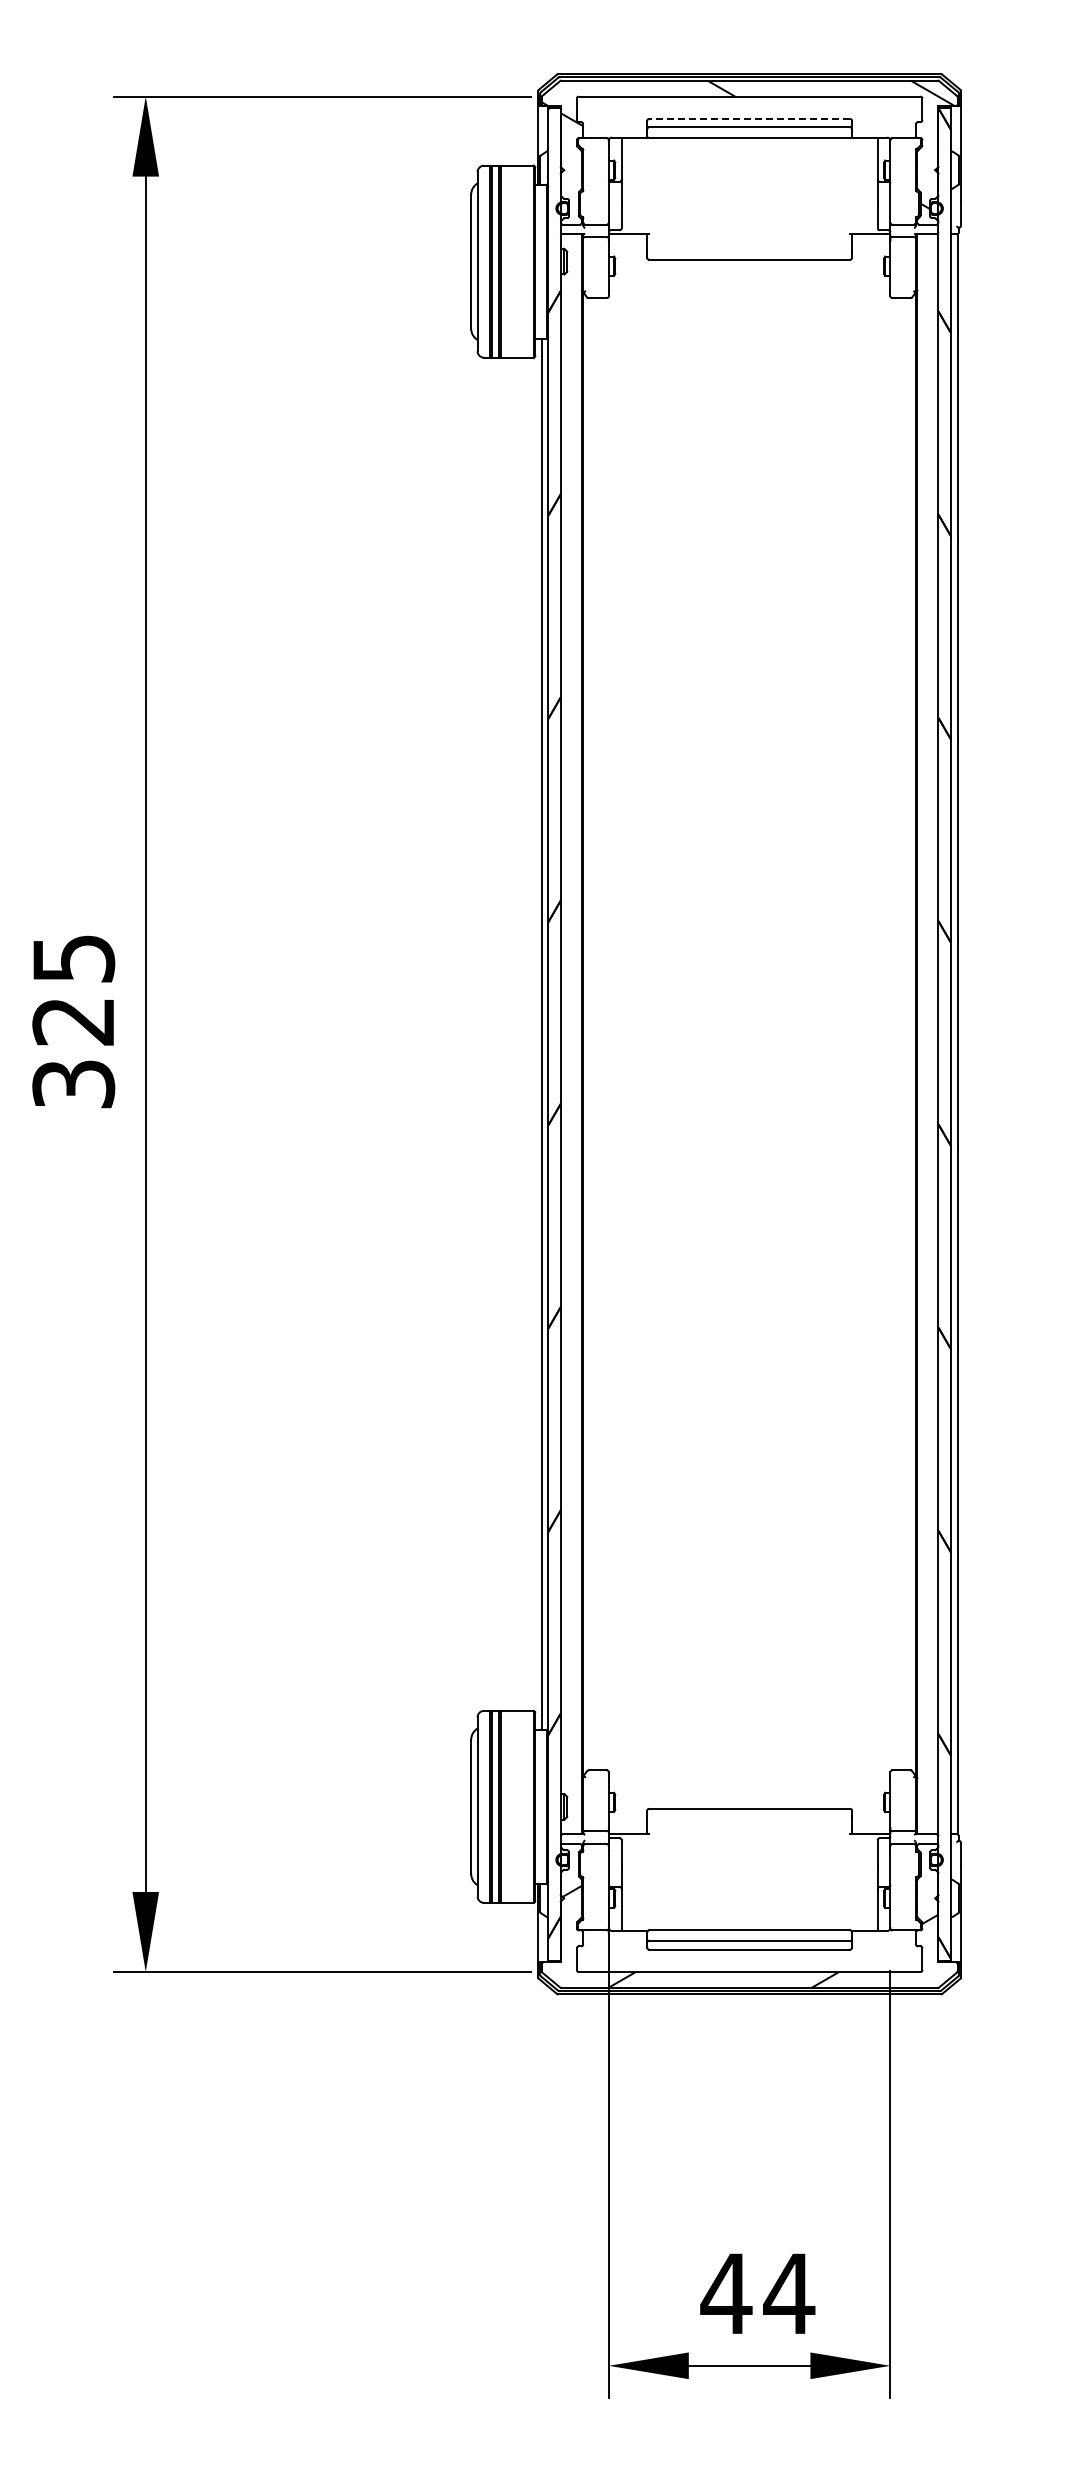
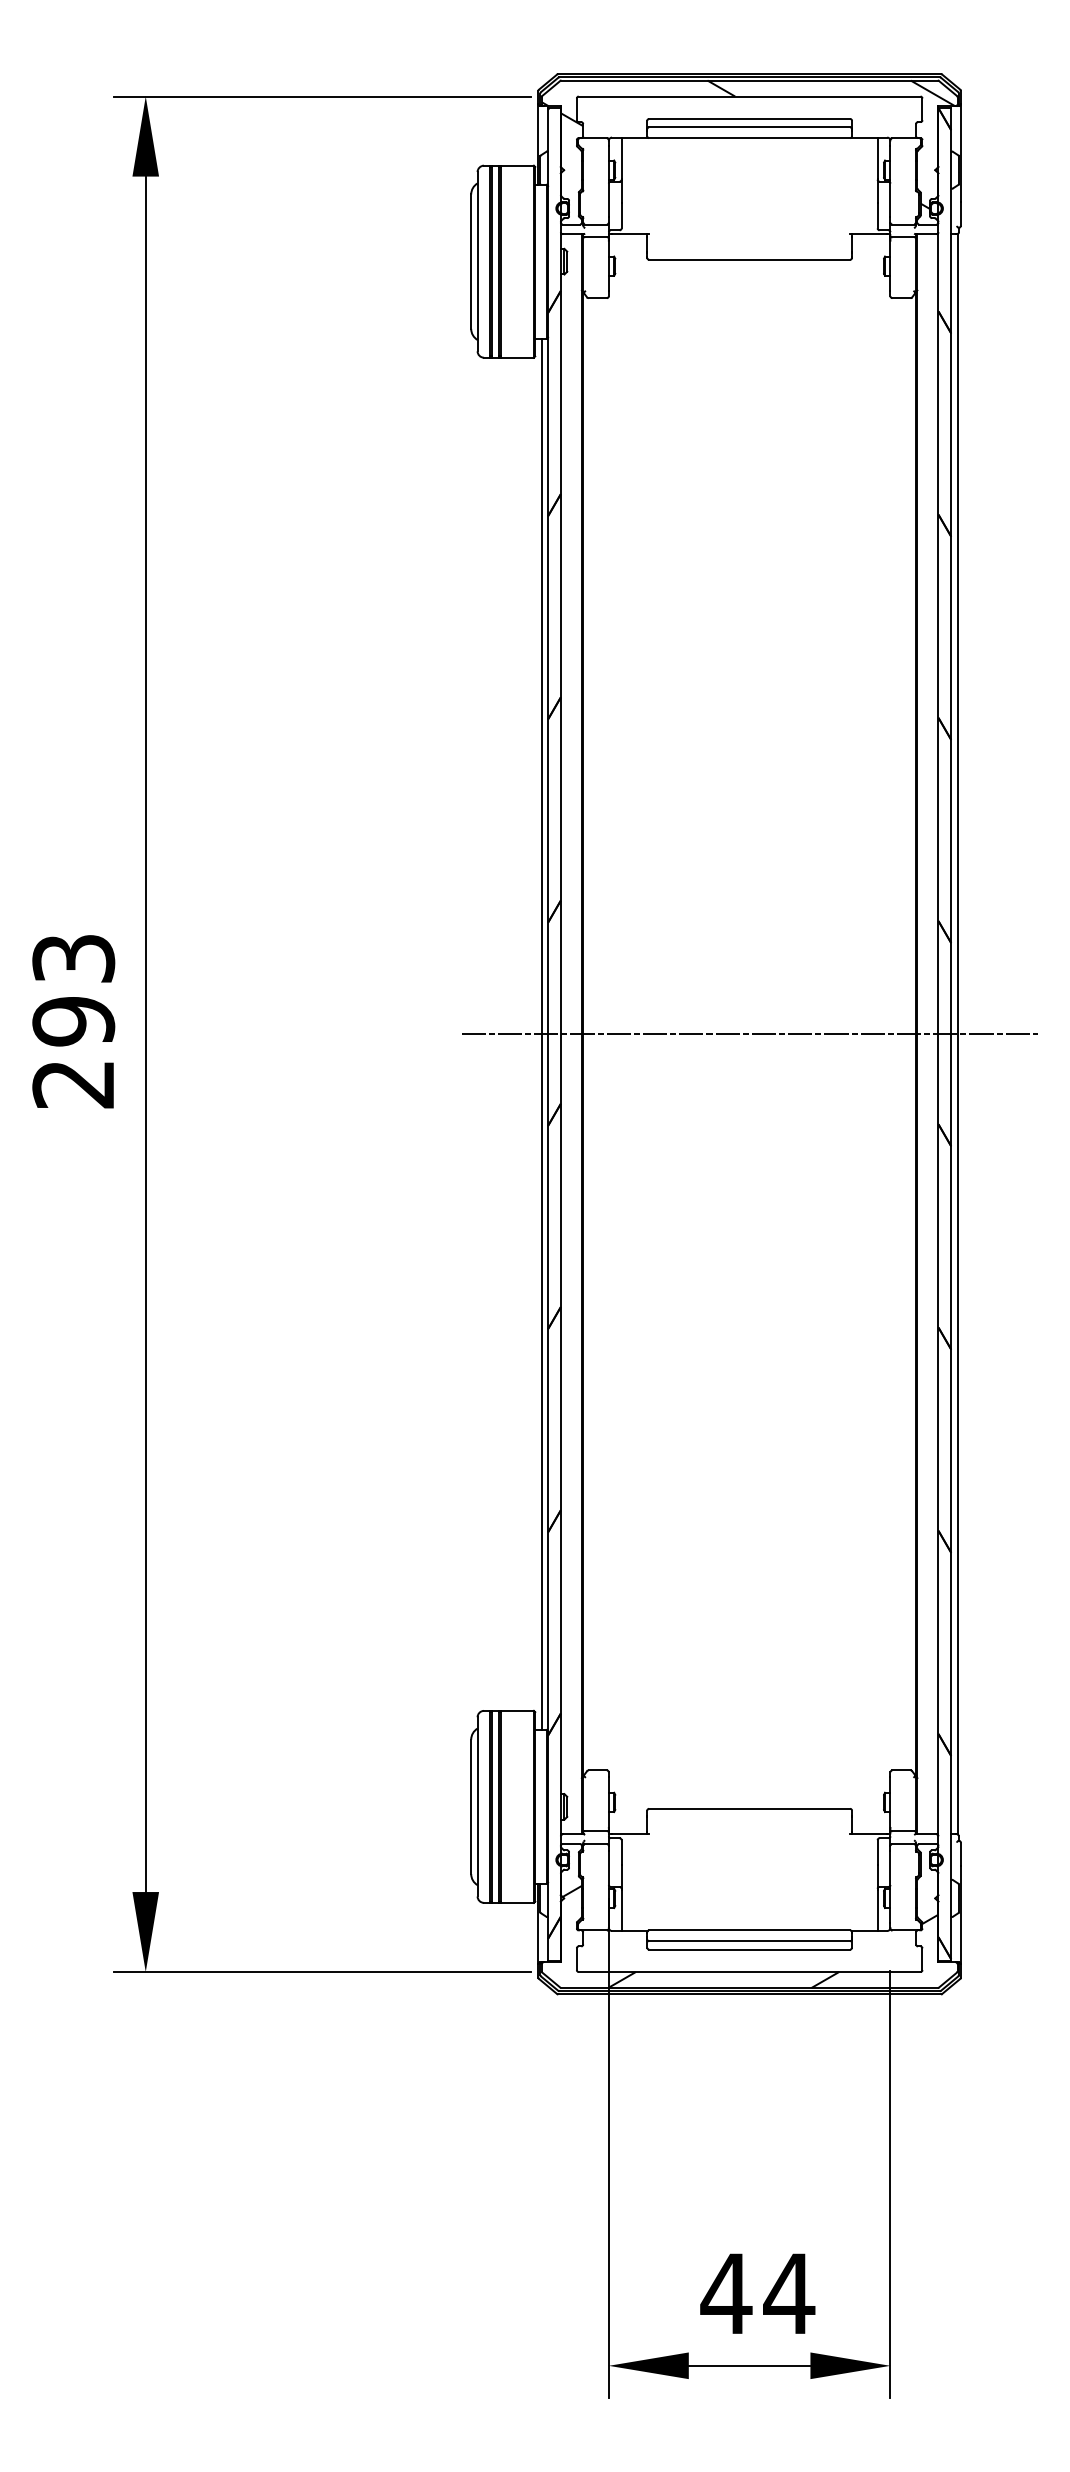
line at (749, 118): dashed -> solid
text at (73, 1021): 325 -> 293
line at (749, 1034): none -> present
